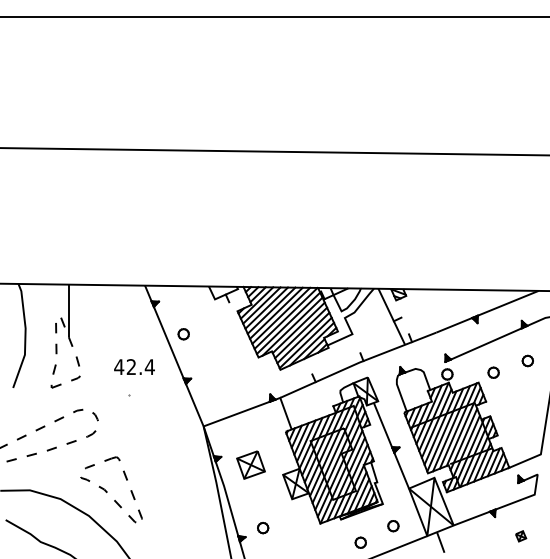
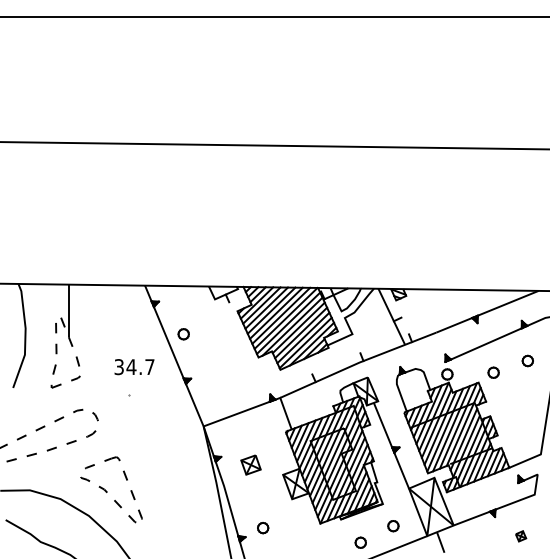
line at (274, 151) position: (274, 151) -> (274, 145)
text at (134, 367): 42.4 -> 34.7
part at (250, 464) size: 30x30 px -> 22x22 px
